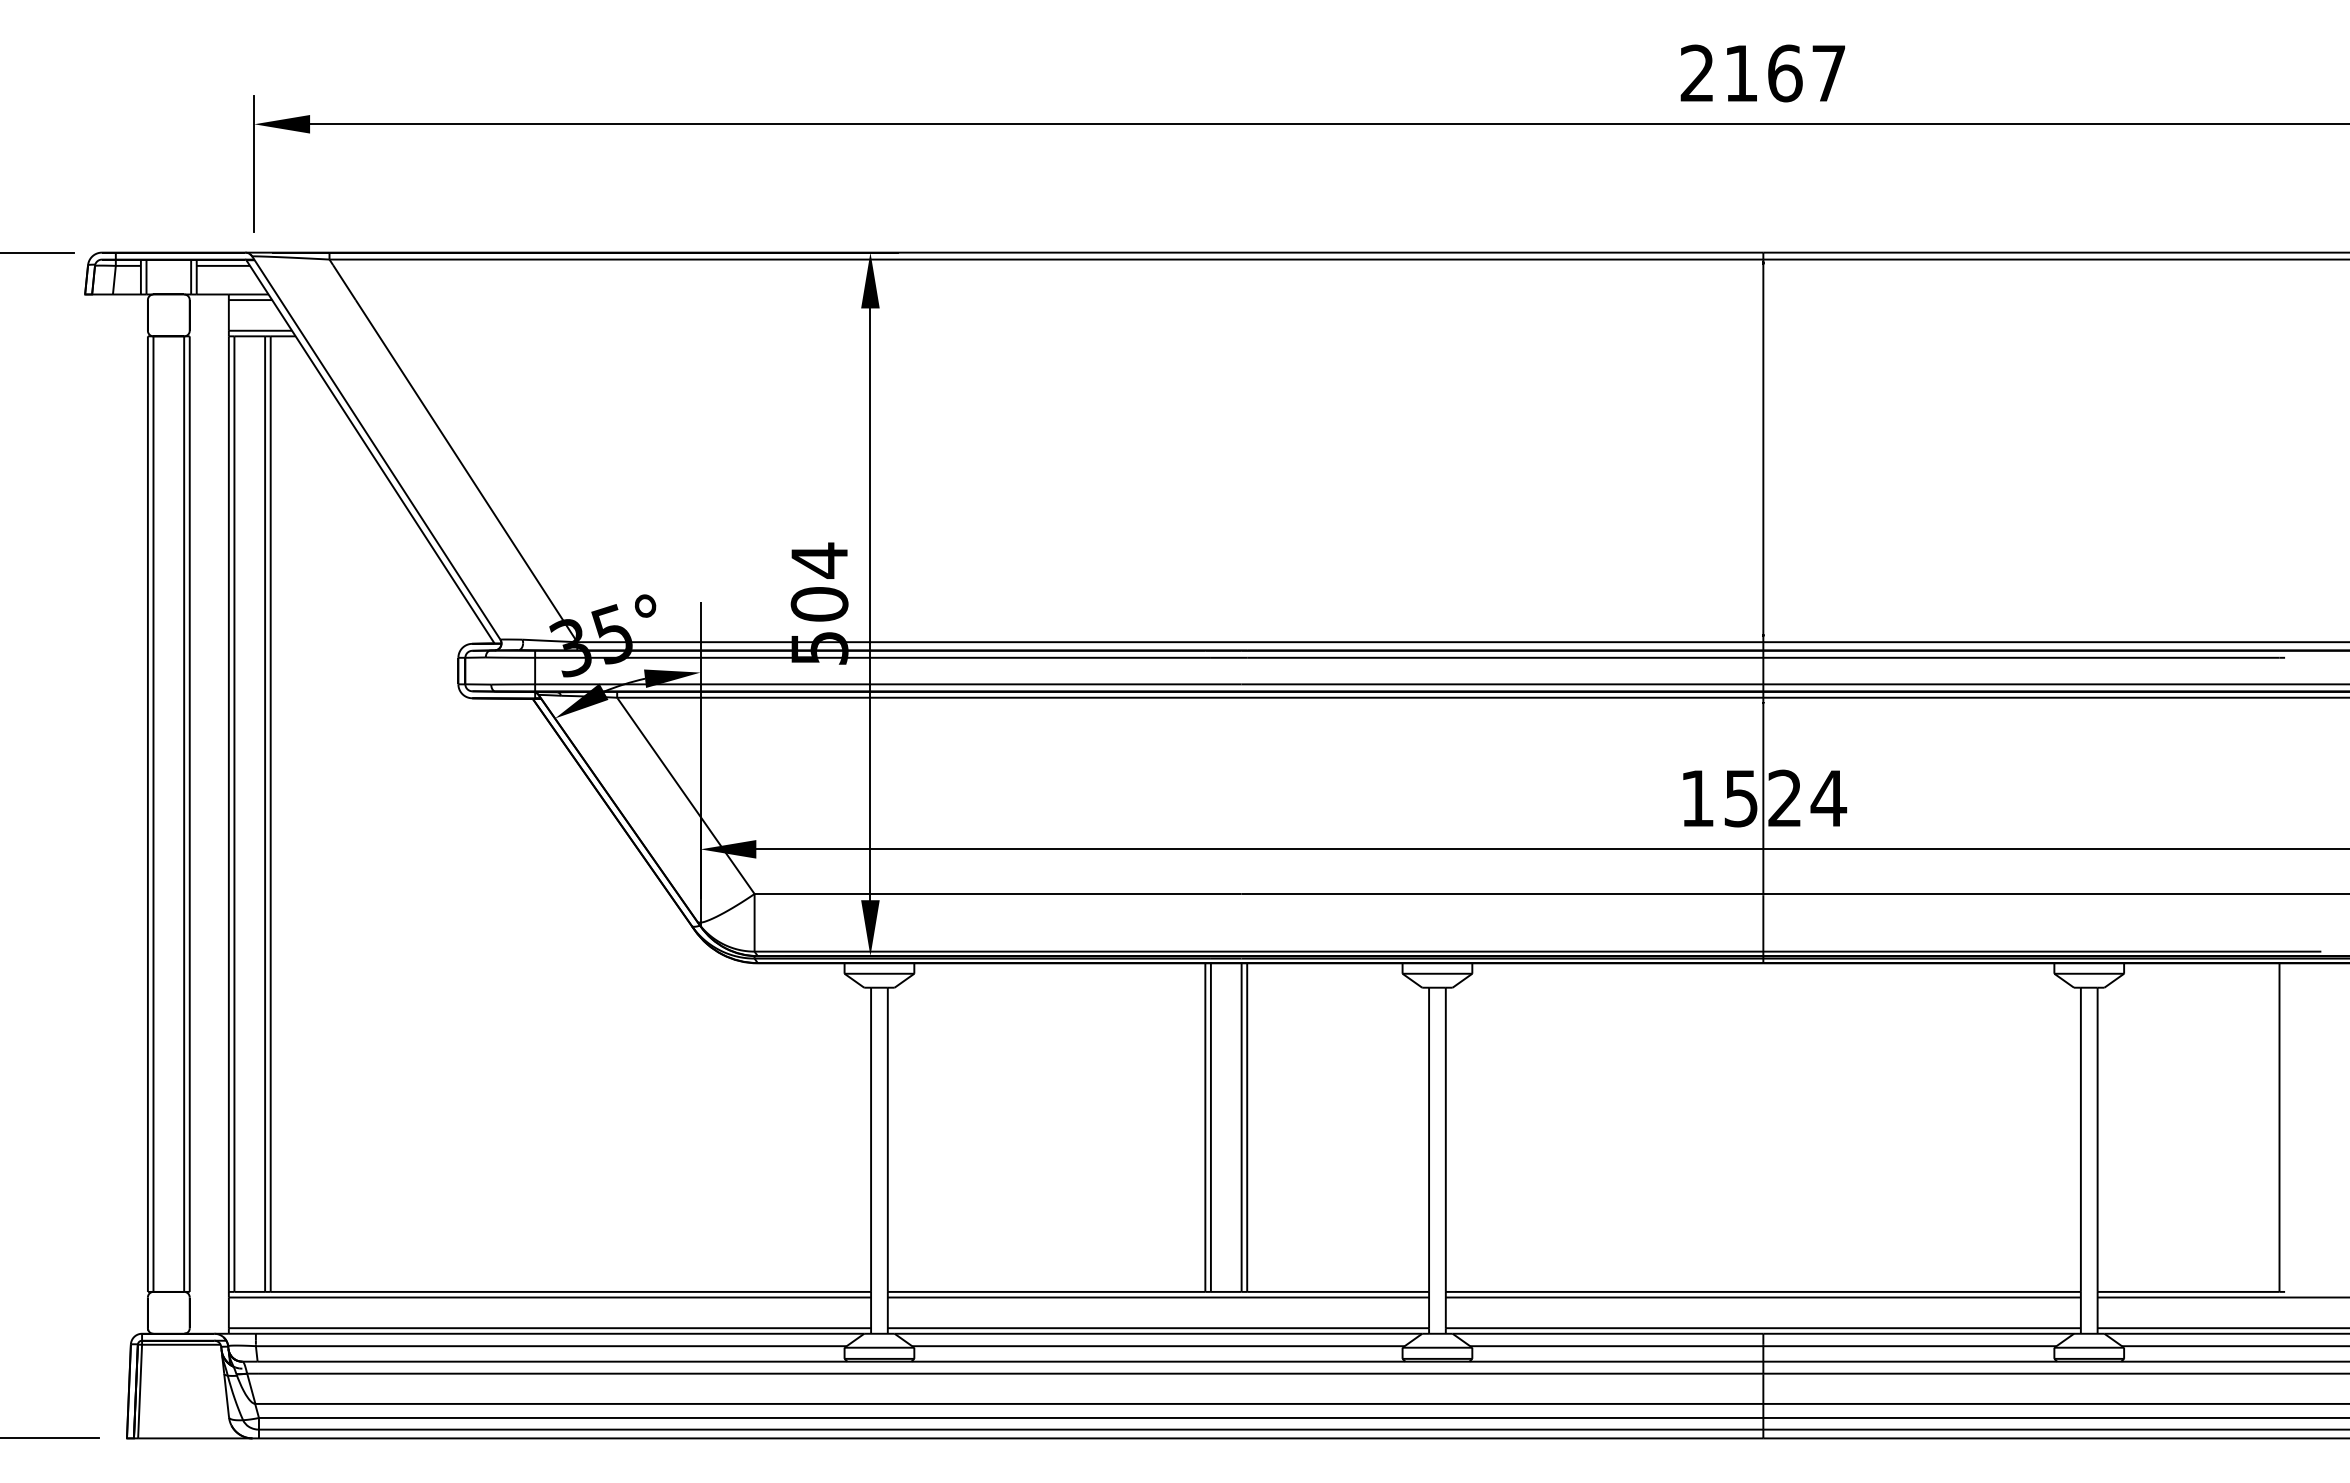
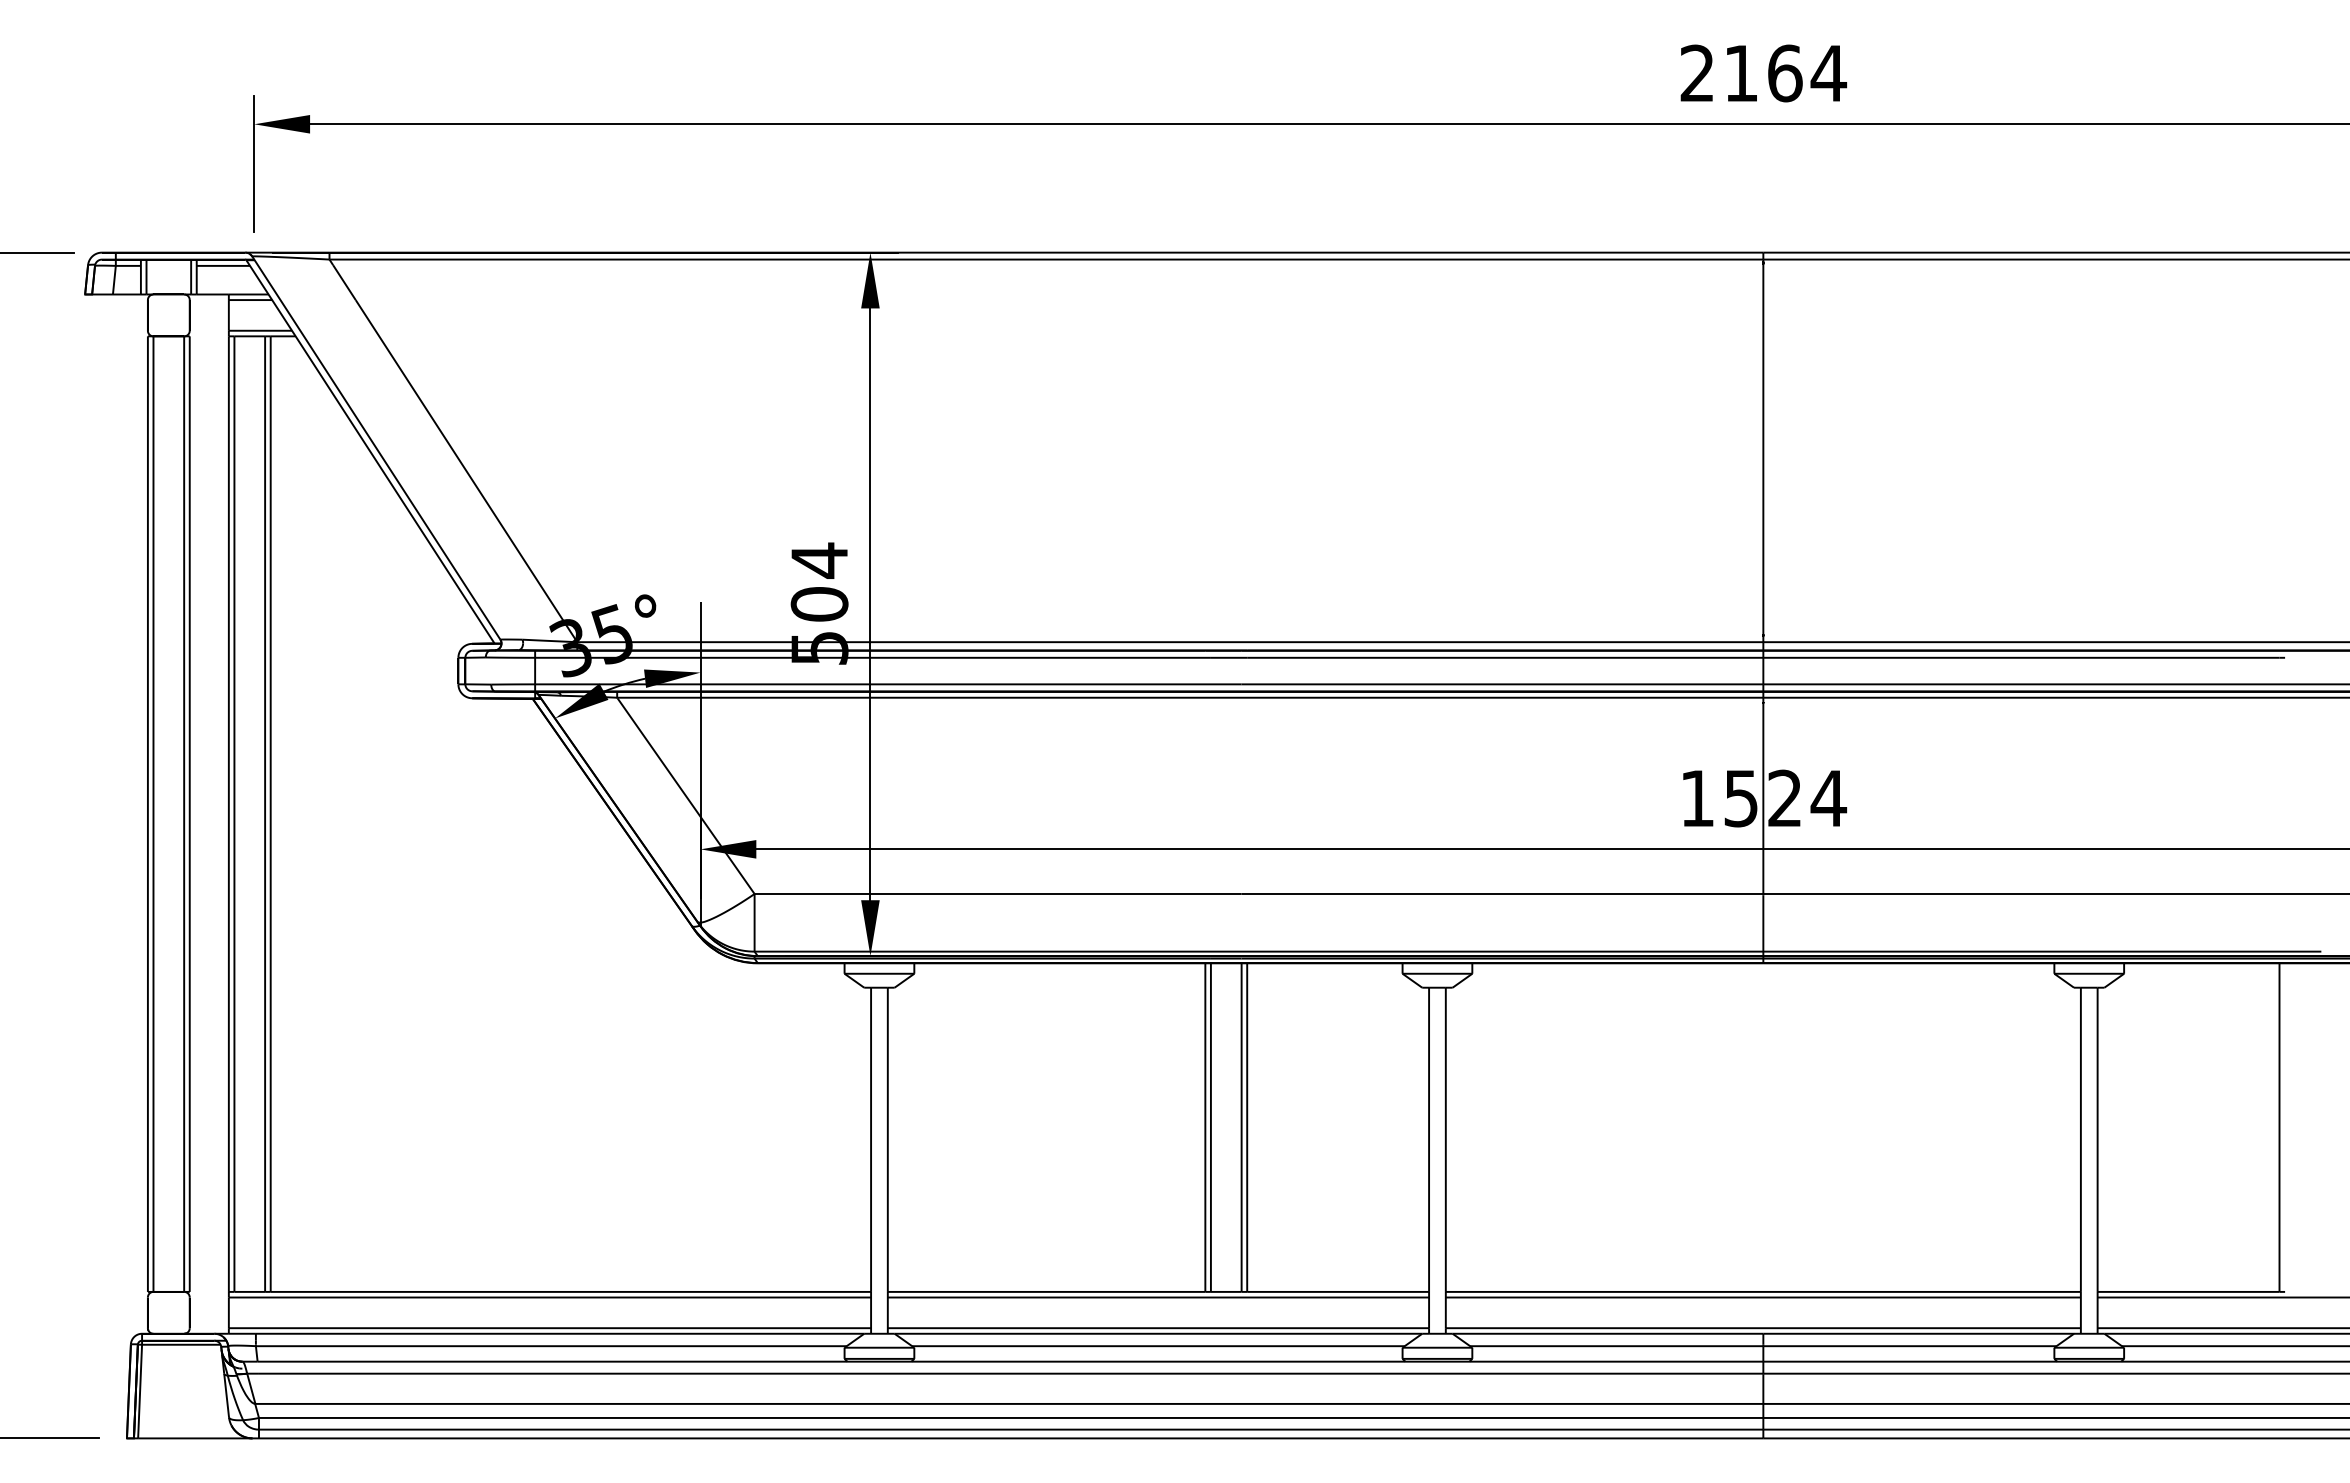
text at (1828, 73): 2167 -> 2164
